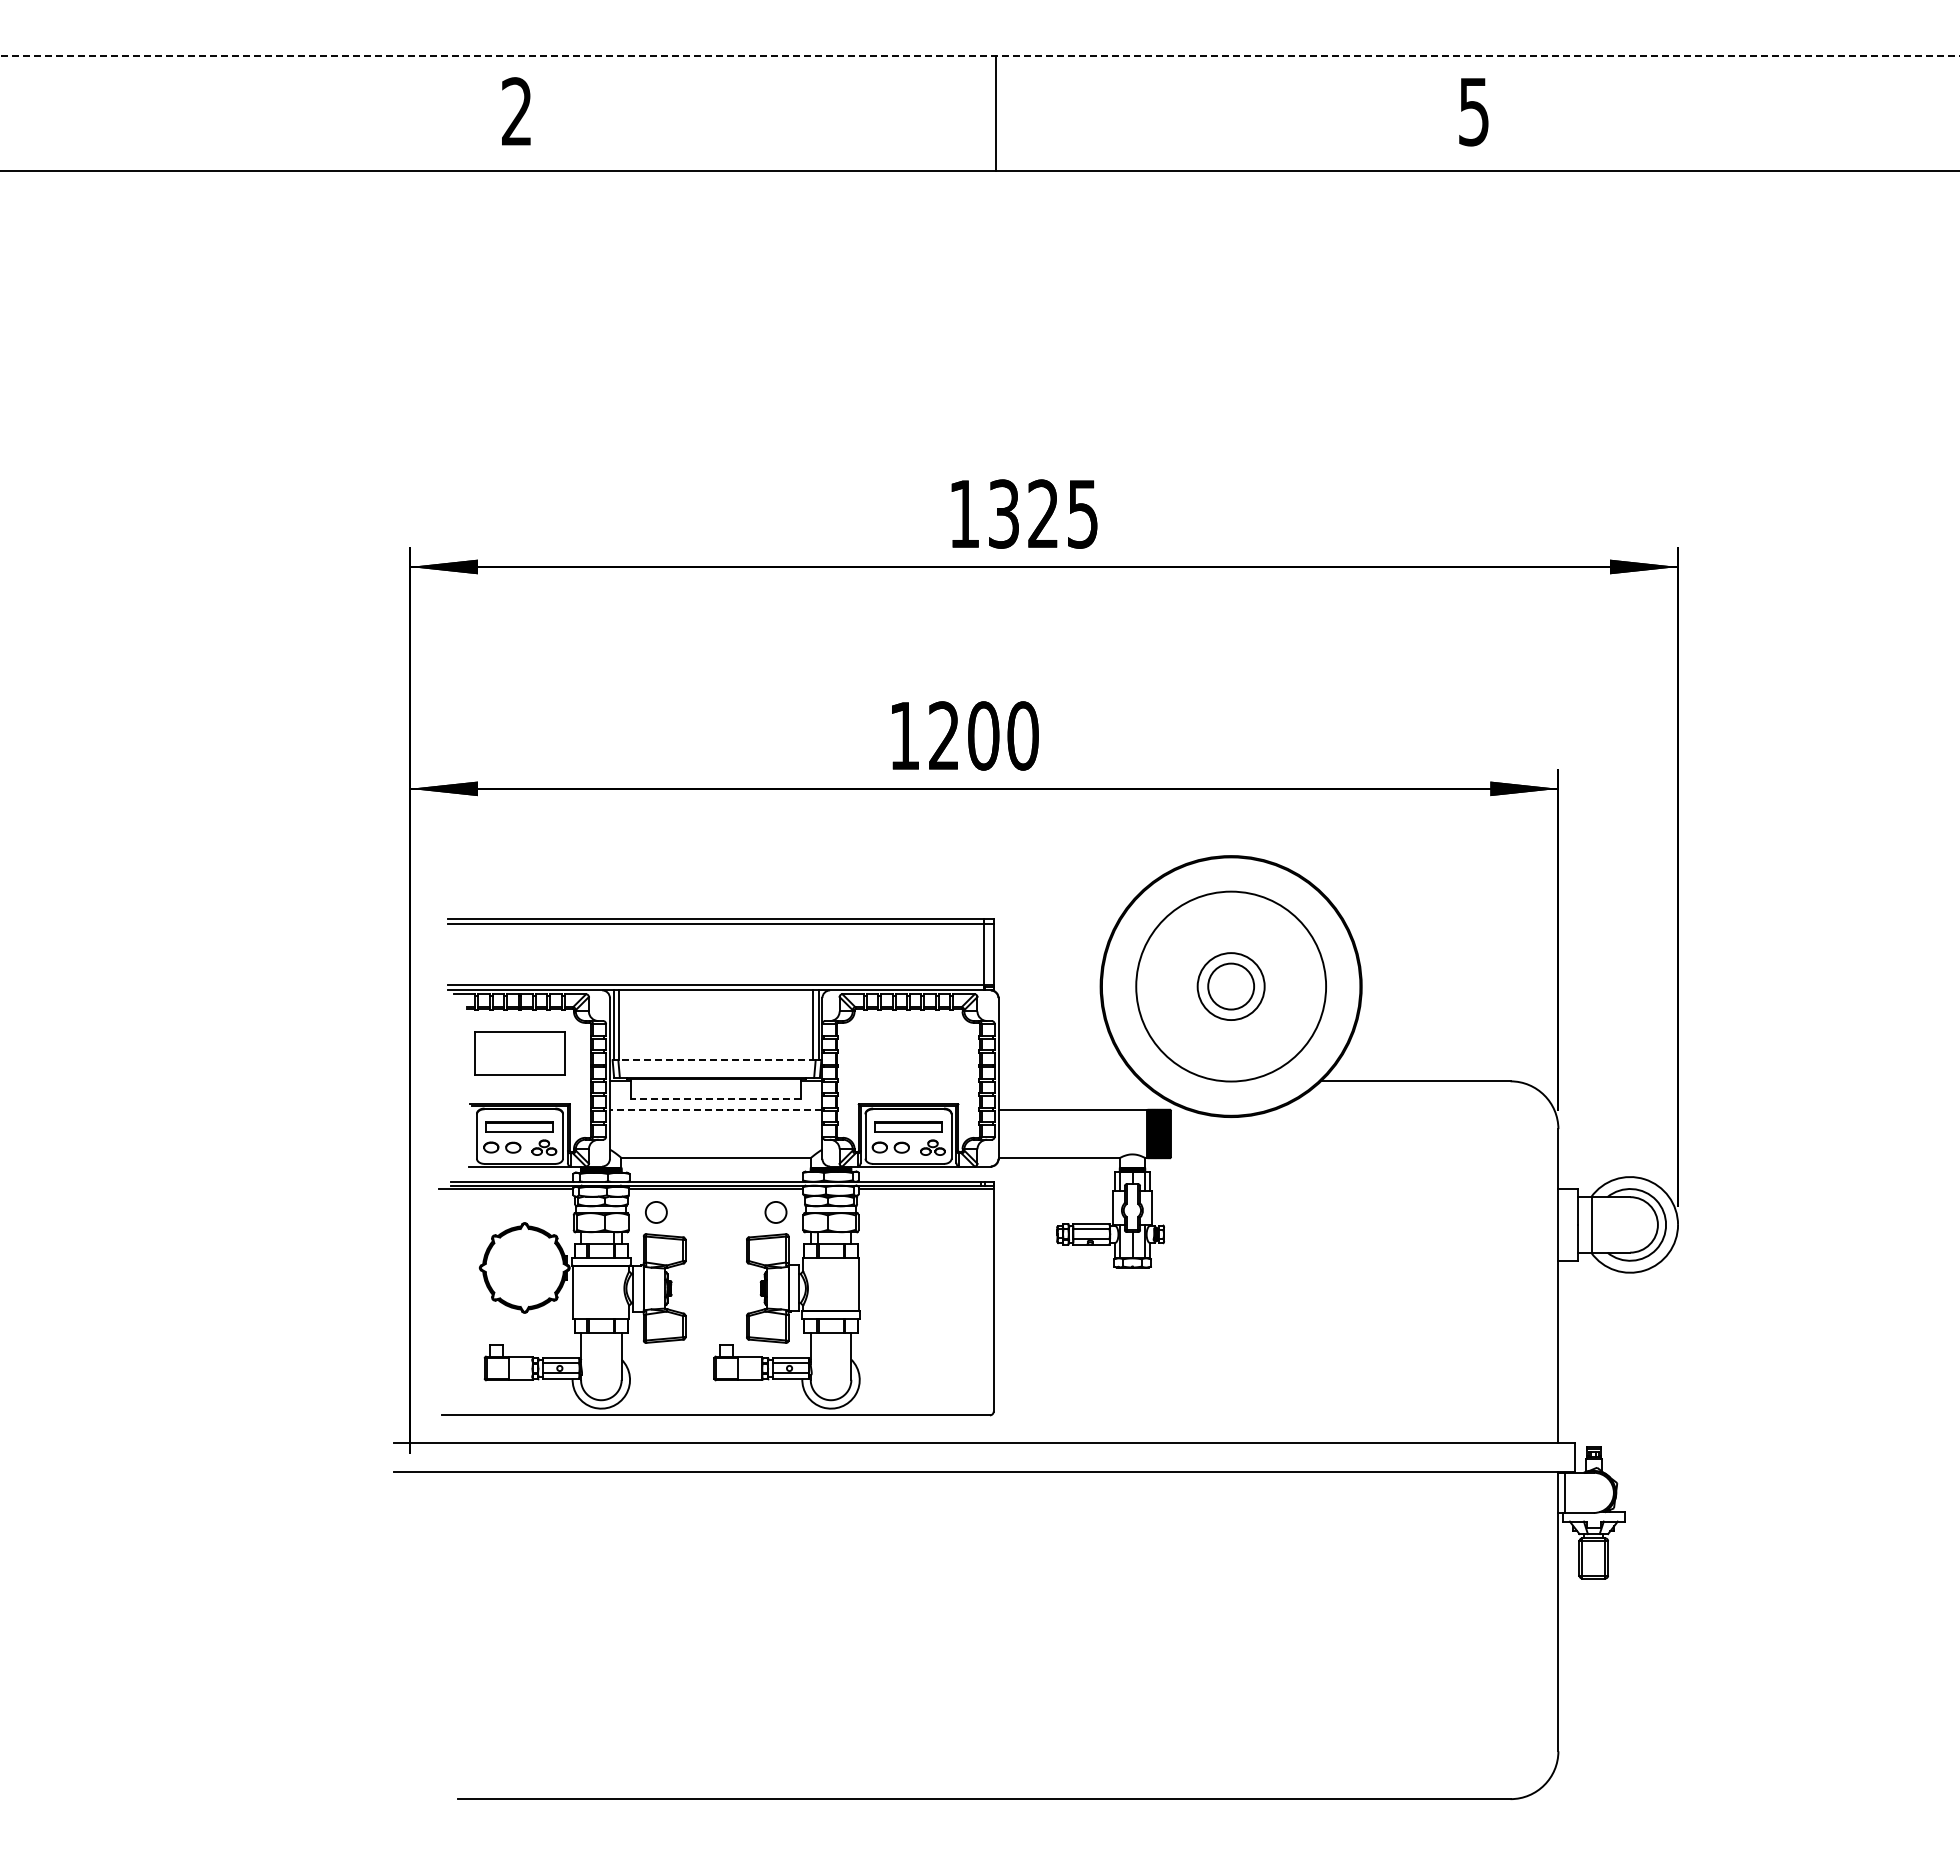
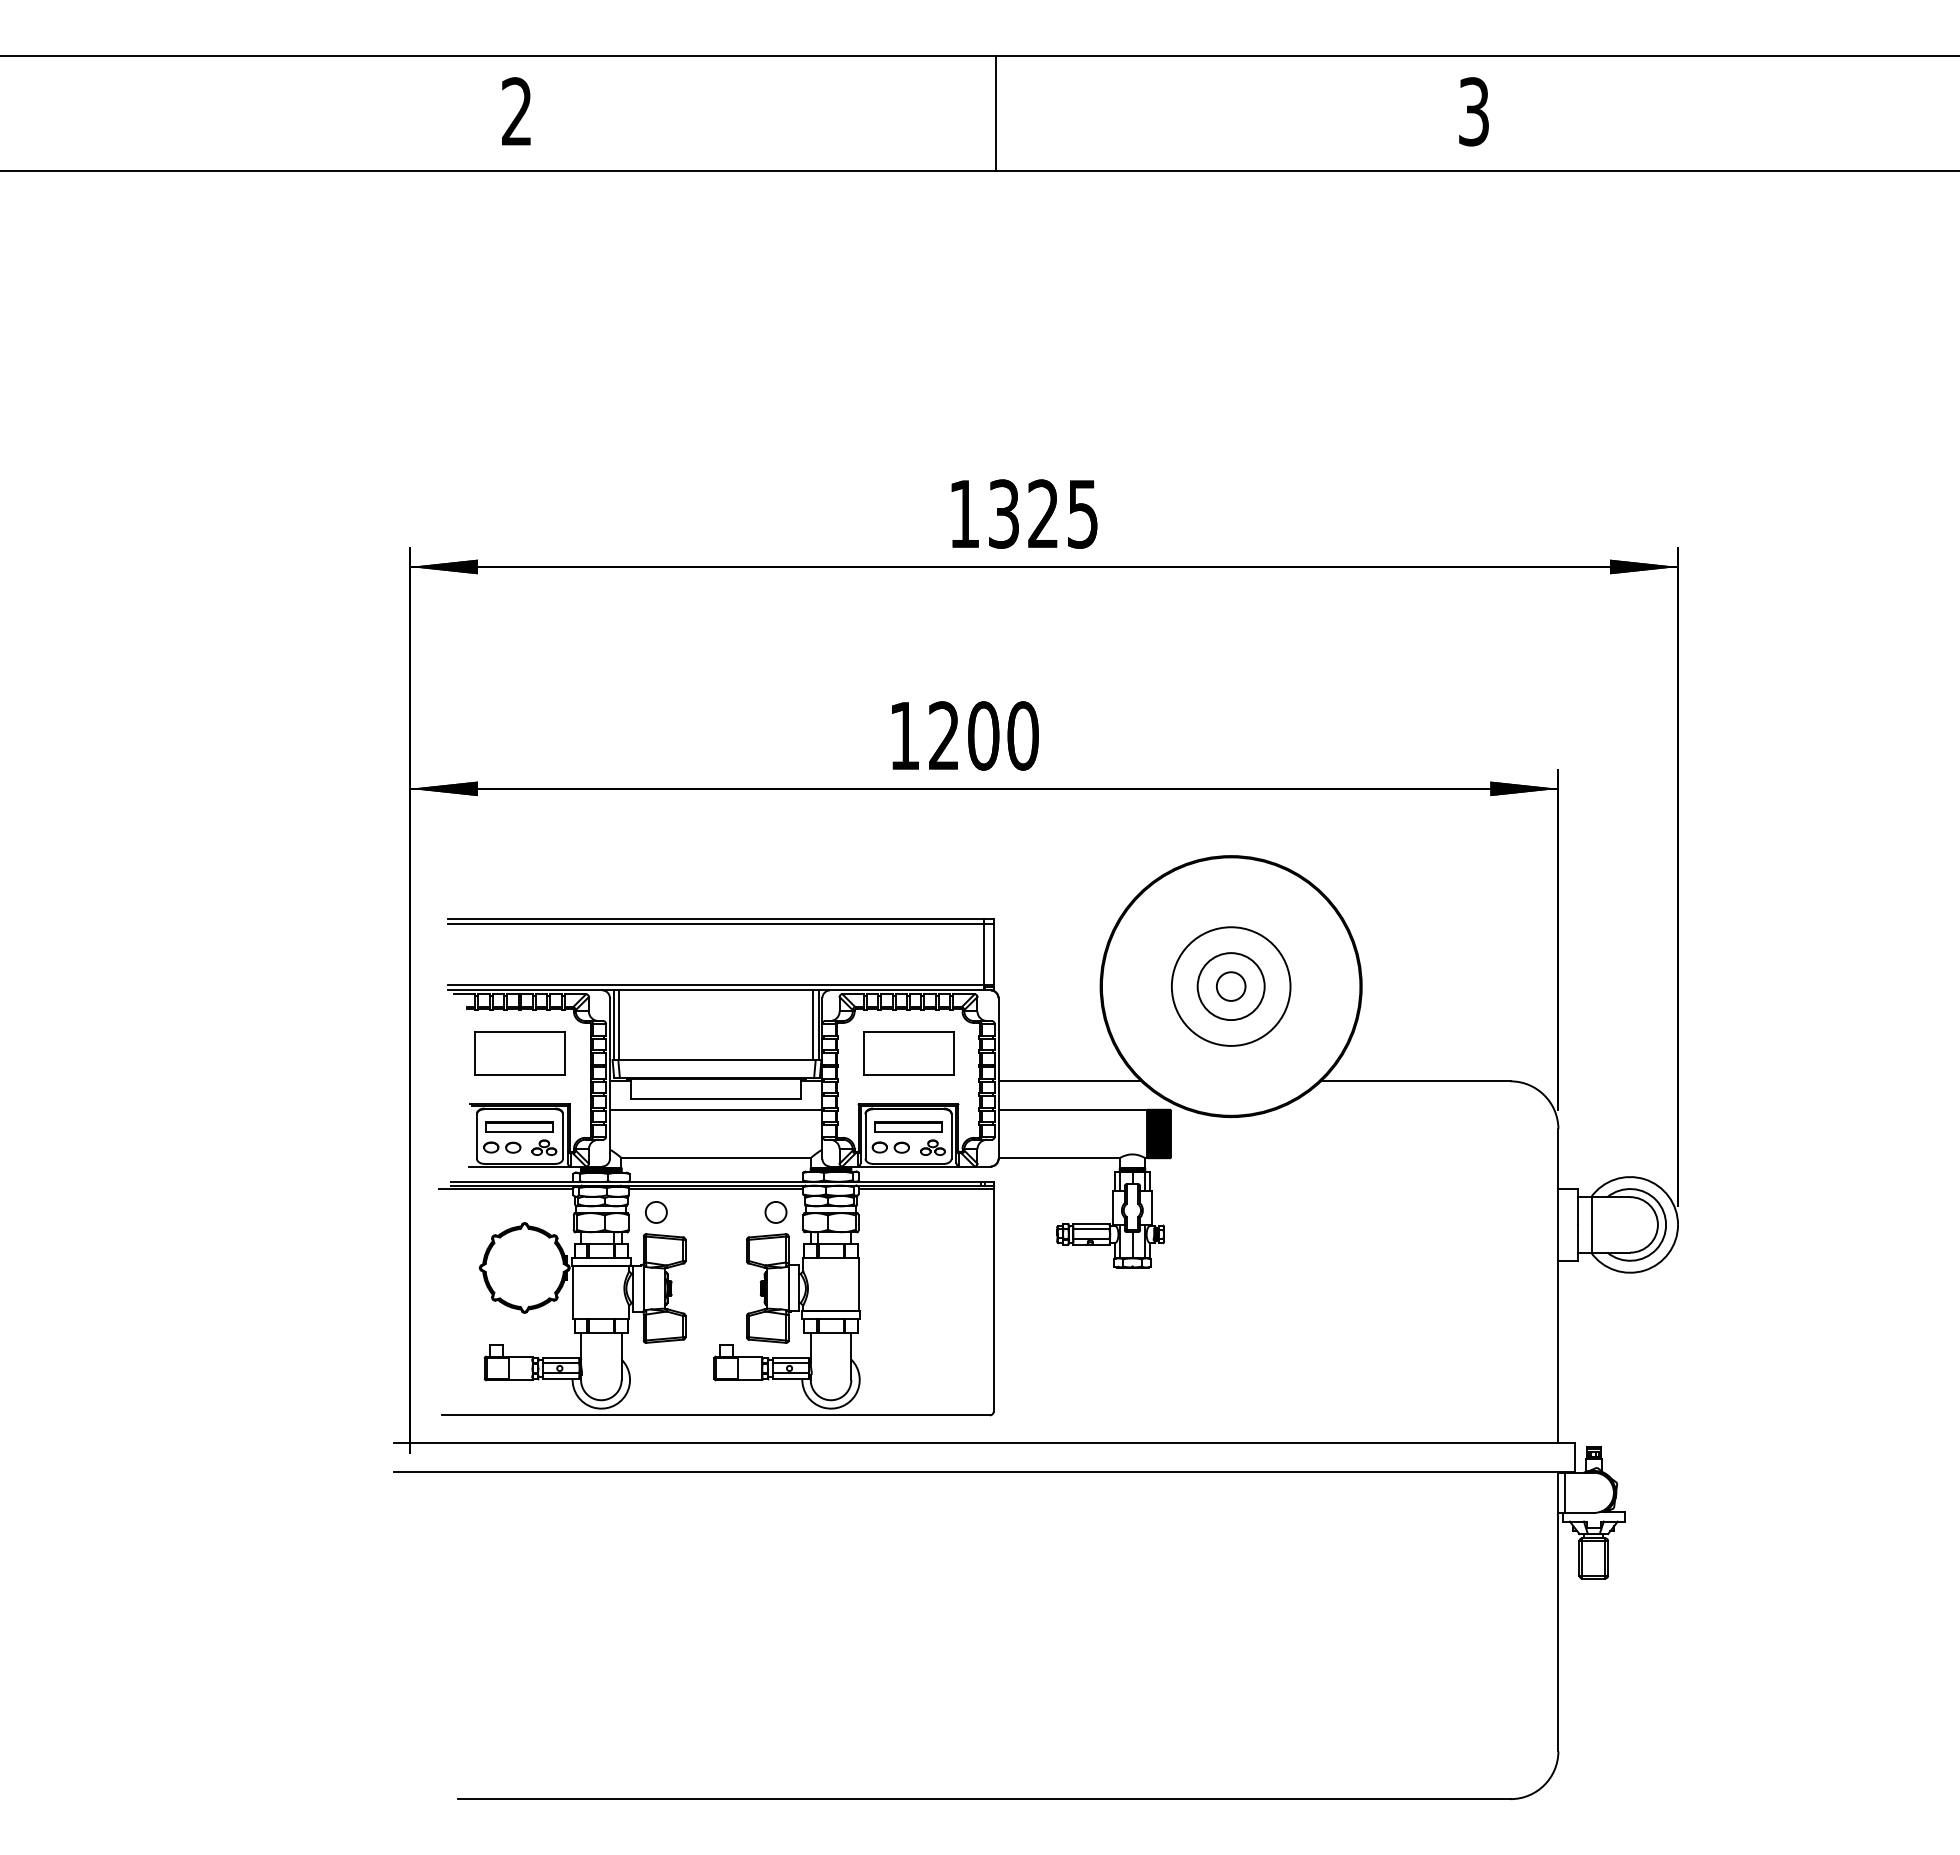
line at (979, 55): dashed -> solid
text at (1473, 111): 5 -> 3
circle at (1231, 986) diameter: 190 px -> 119 px
circle at (1231, 986) diameter: 46 px -> 29 px
part at (908, 1053): none -> present
line at (717, 1060): dashed -> solid
line at (1069, 1081): none -> present
line at (716, 1098): dashed -> solid
line at (715, 1110): dashed -> solid
